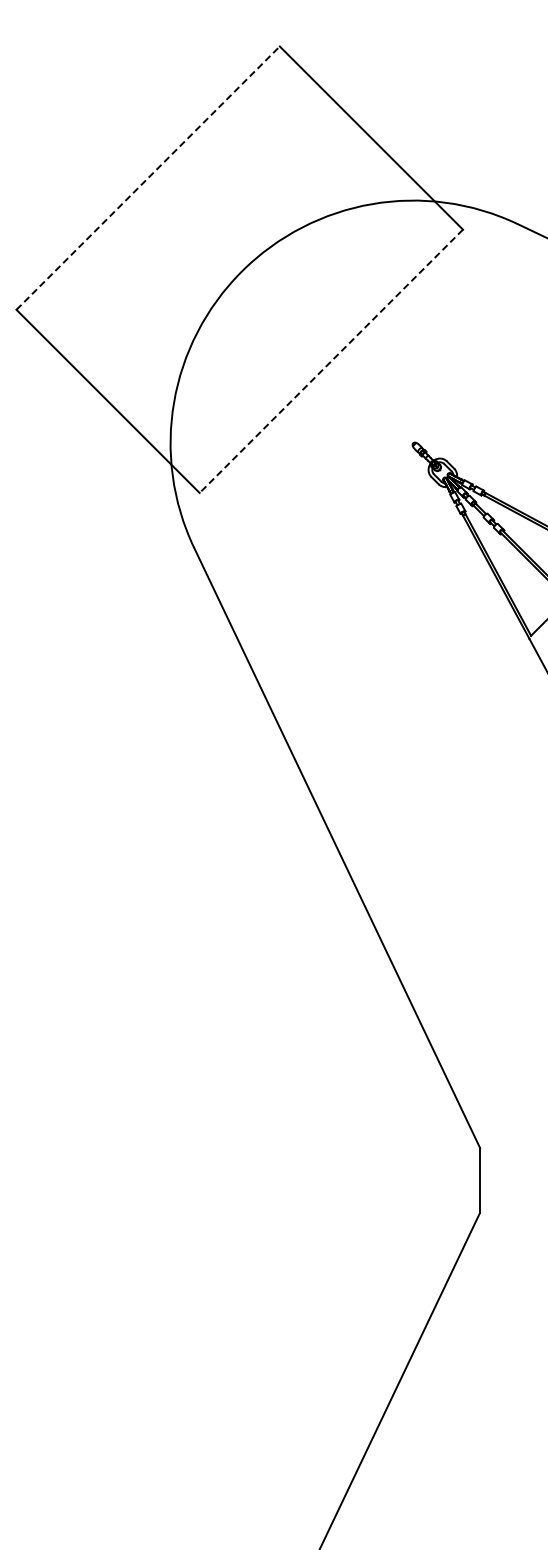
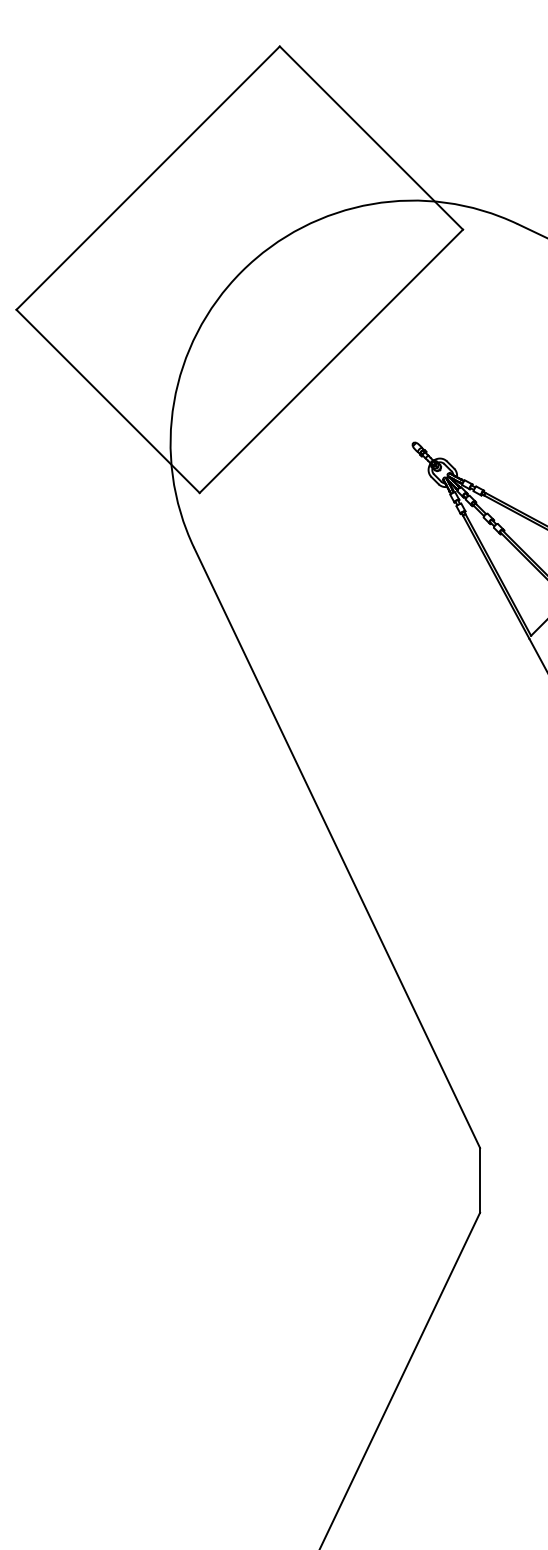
line at (148, 177): dashed -> solid
line at (330, 361): dashed -> solid
